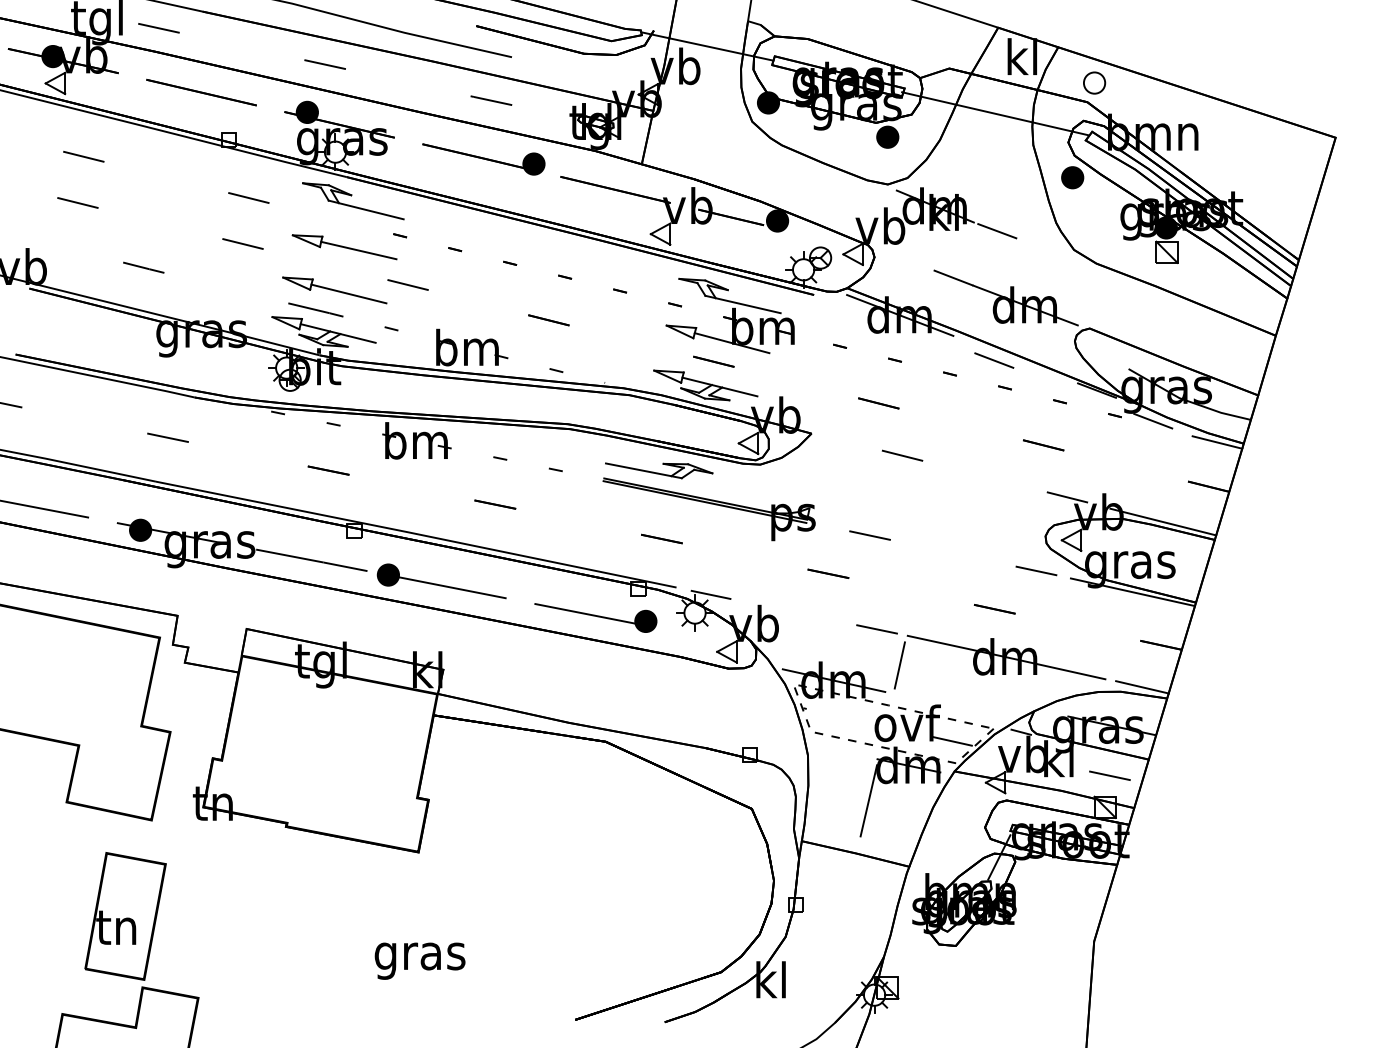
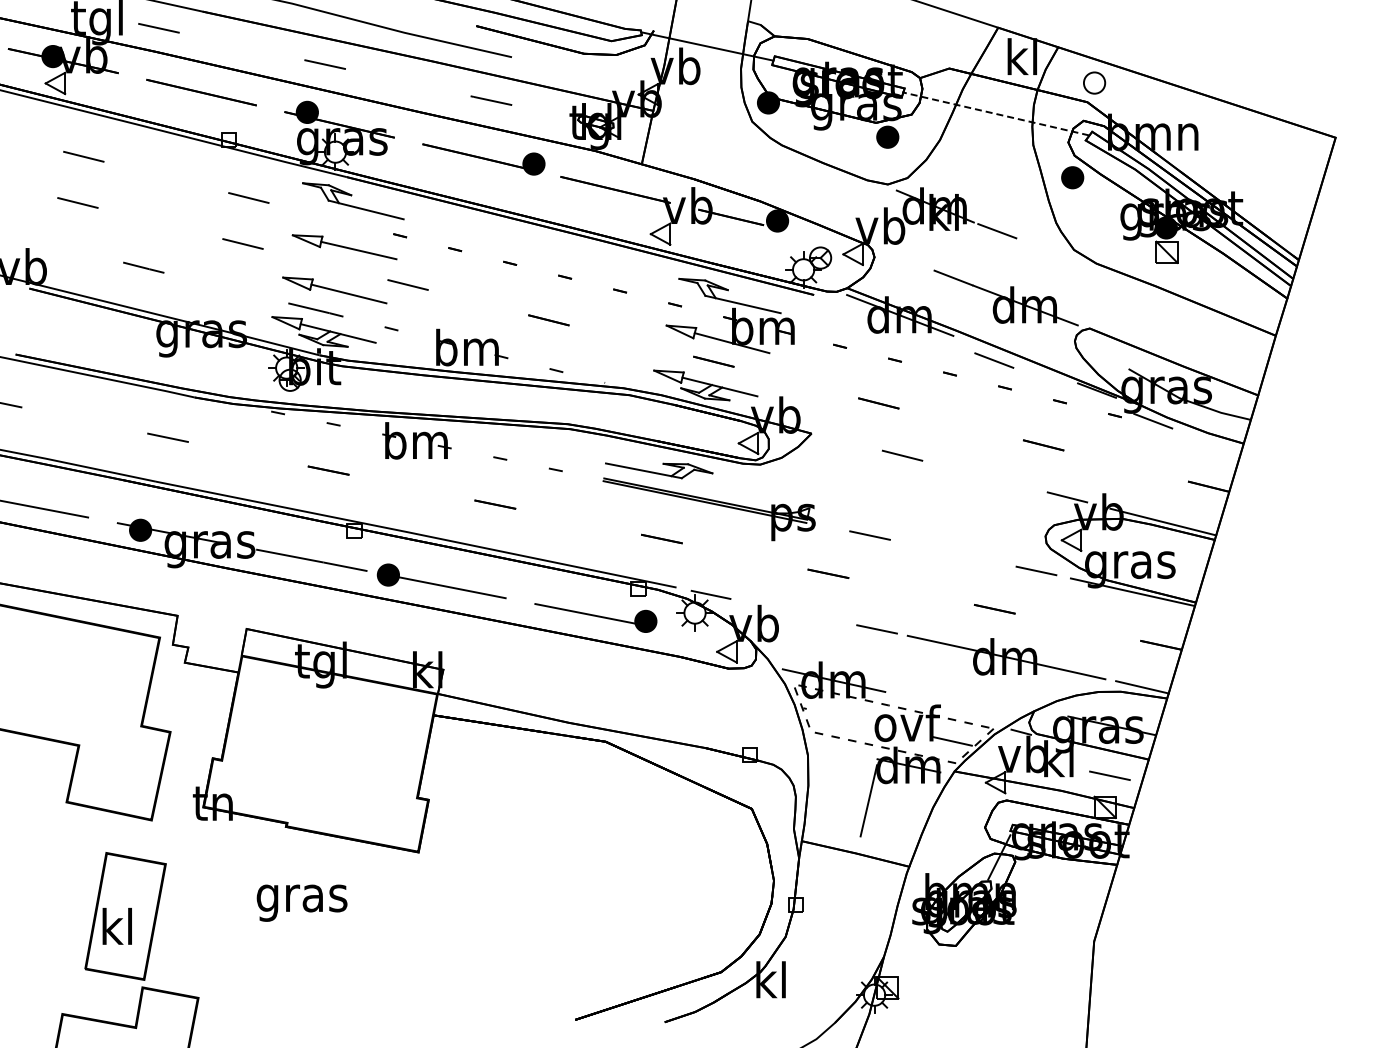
line at (995, 113): solid -> dashed
line at (1217, 442): present -> none
line at (899, 665): present -> none
text at (116, 925): tn -> kl
text at (419, 960) position: (419, 960) -> (301, 902)
